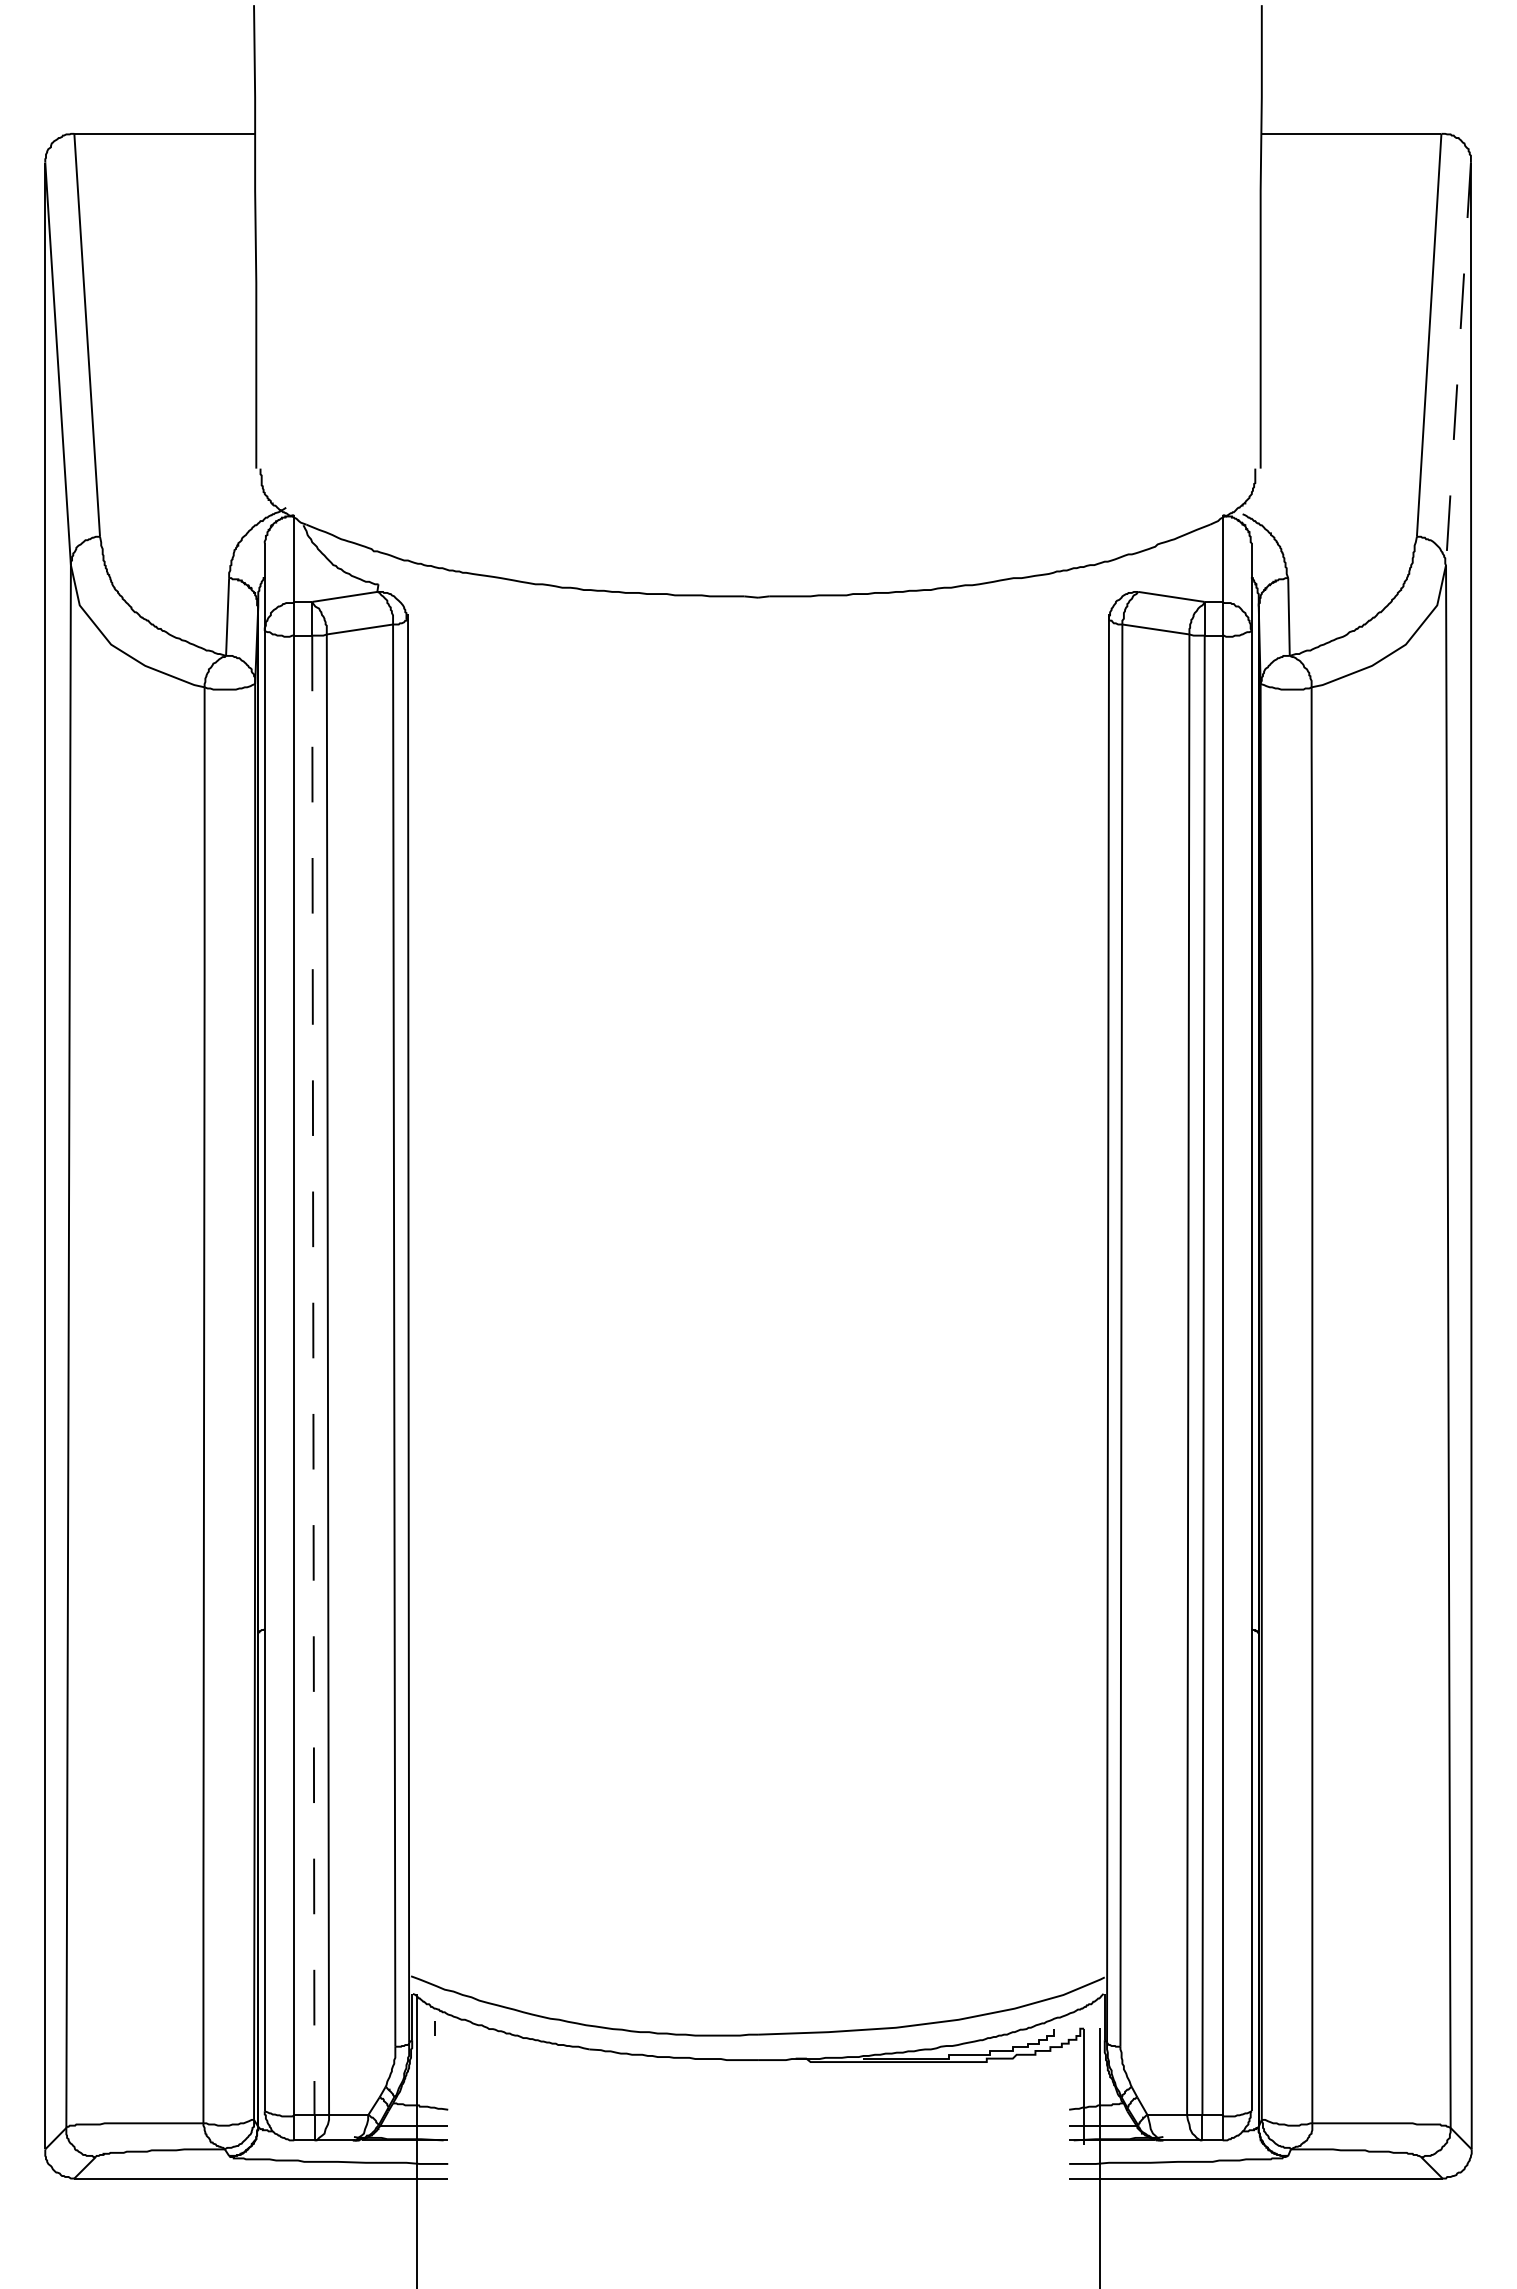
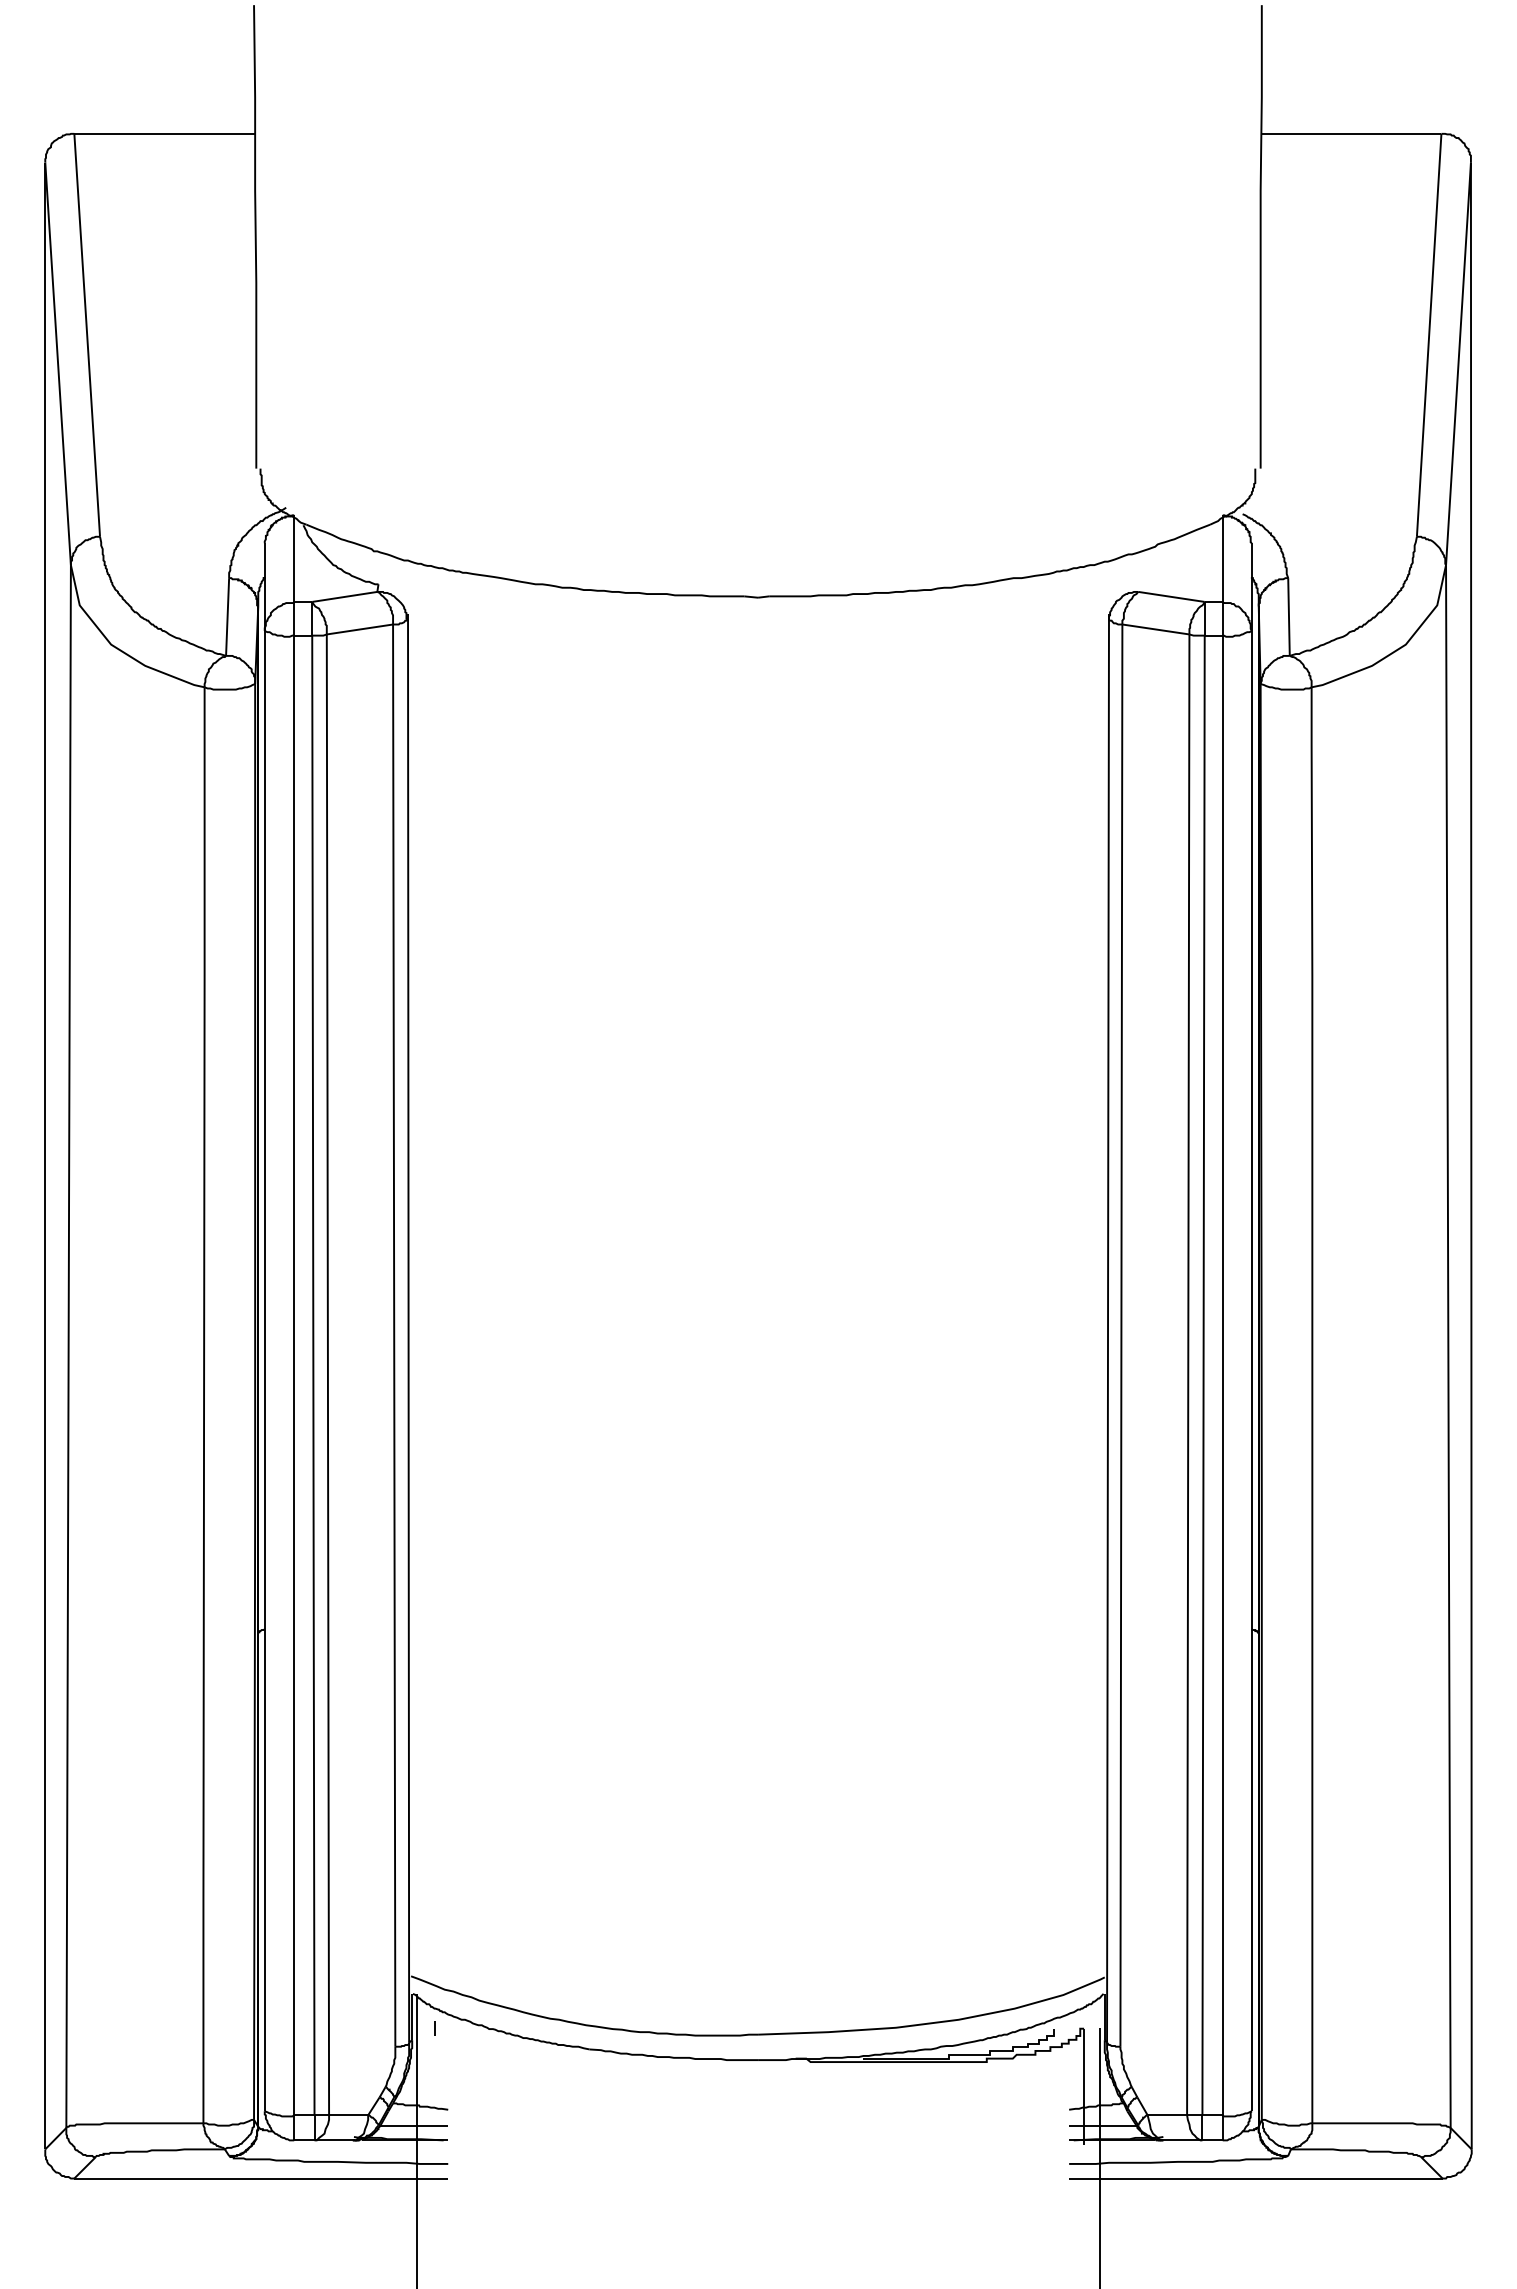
line at (1458, 363): dashed -> solid
line at (313, 1375): dashed -> solid
